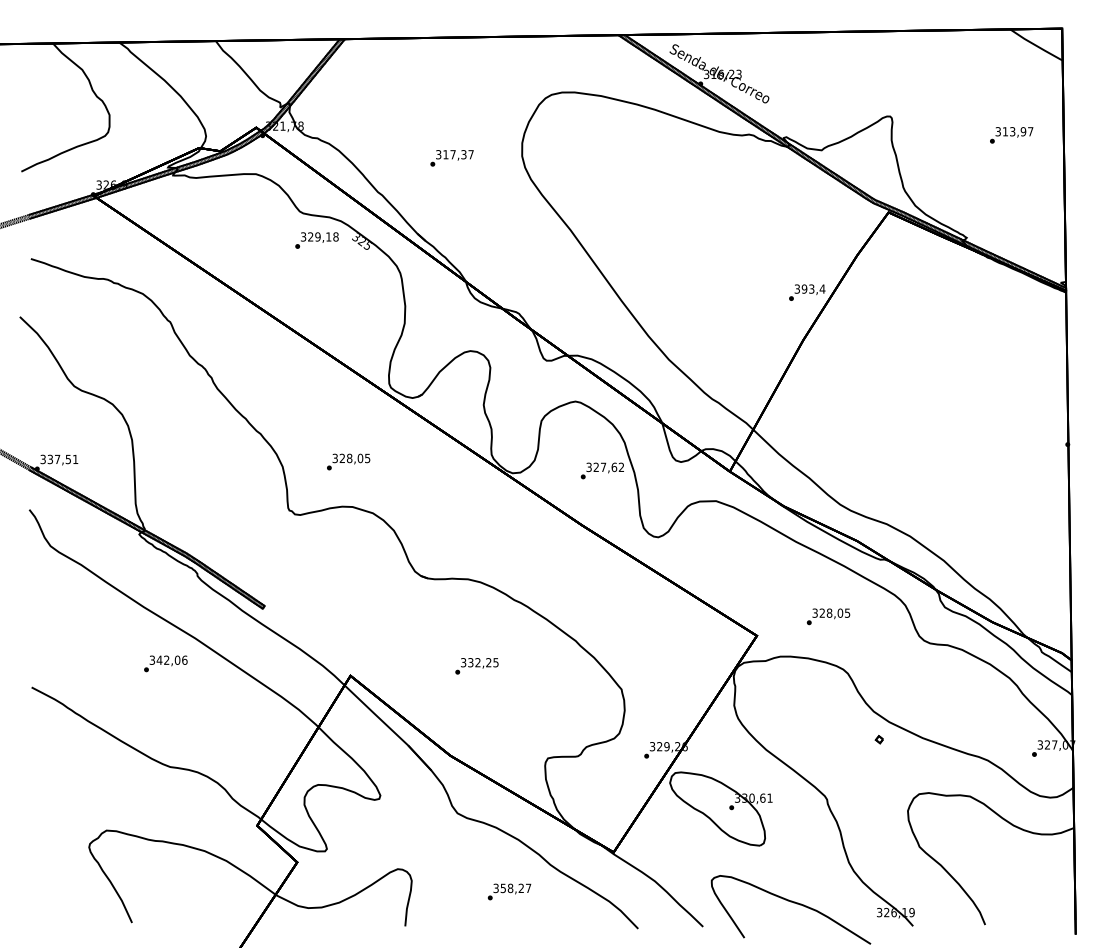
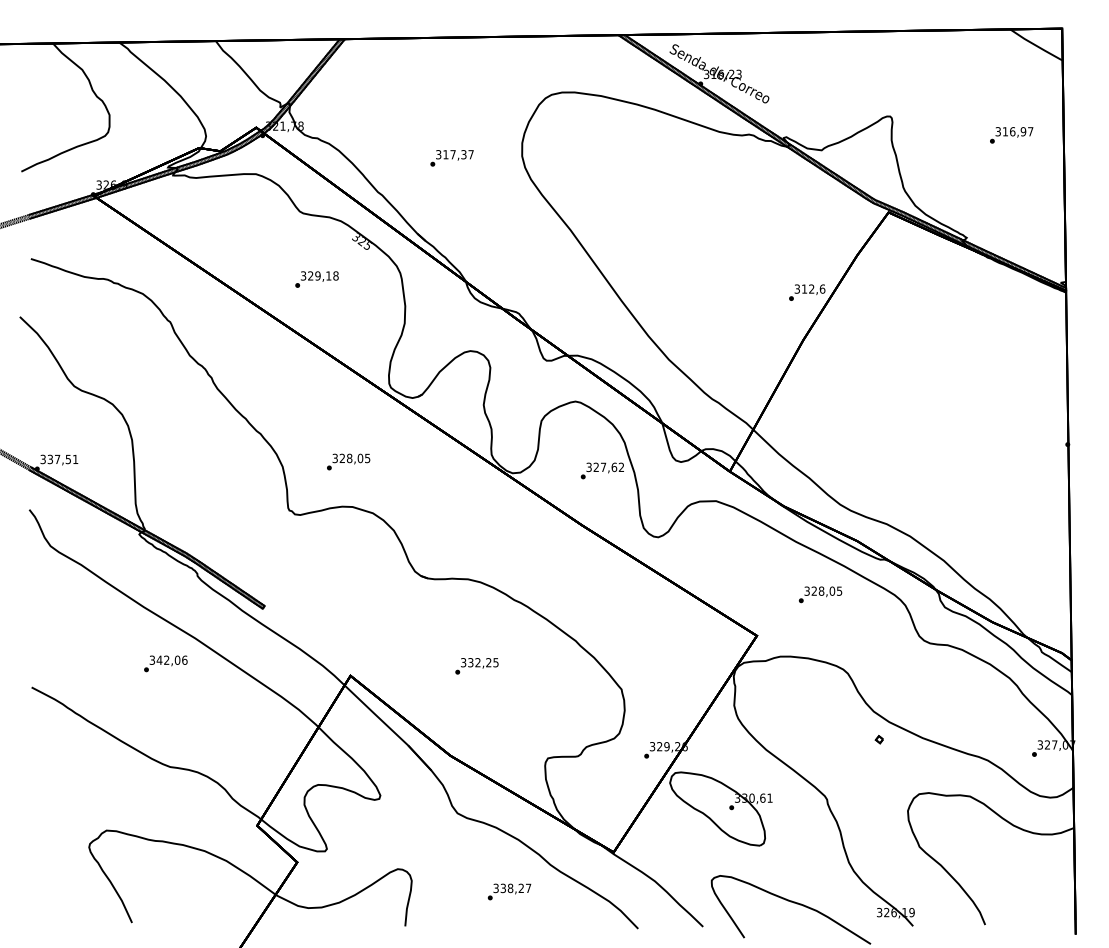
text at (1012, 131): 313,97 -> 316,97
text at (316, 240) position: (316, 240) -> (316, 279)
text at (813, 288): 393,4 -> 312,6
text at (828, 616) position: (828, 616) -> (820, 594)
text at (503, 887): 358,27 -> 338,27
